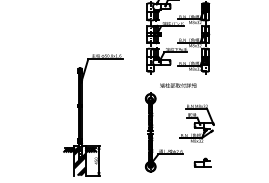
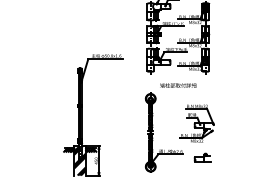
part at (202, 162) position: (202, 162) -> (202, 157)
